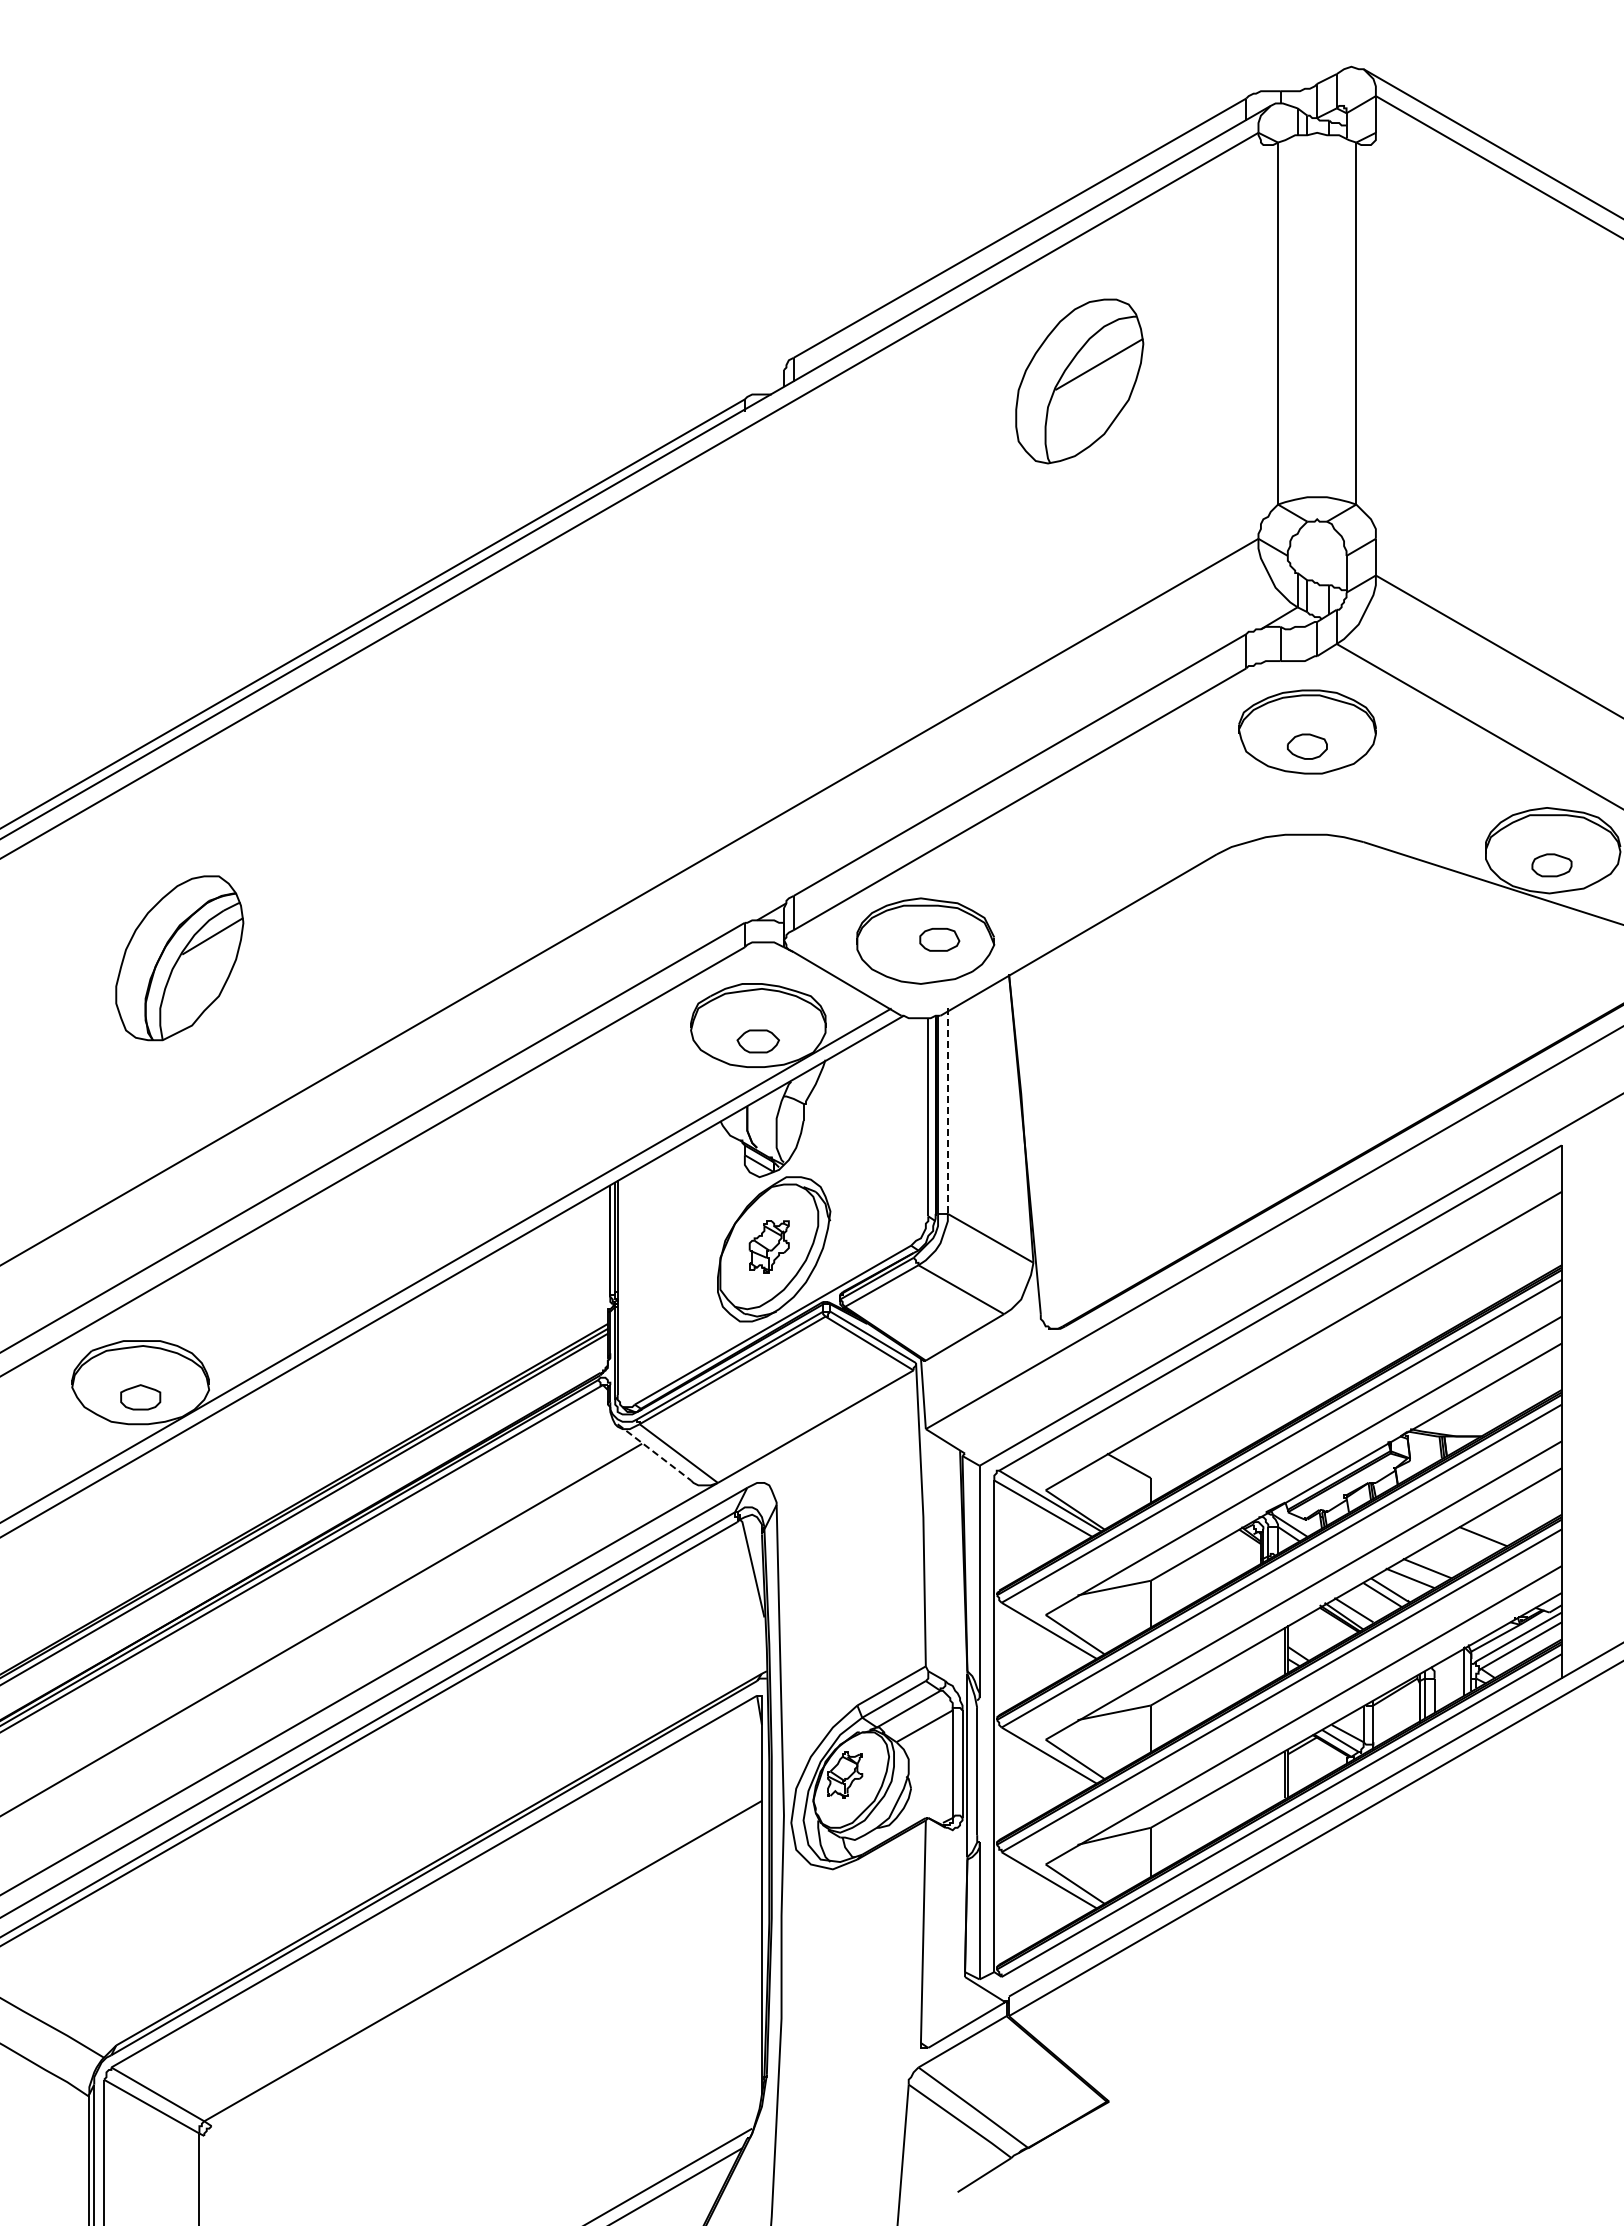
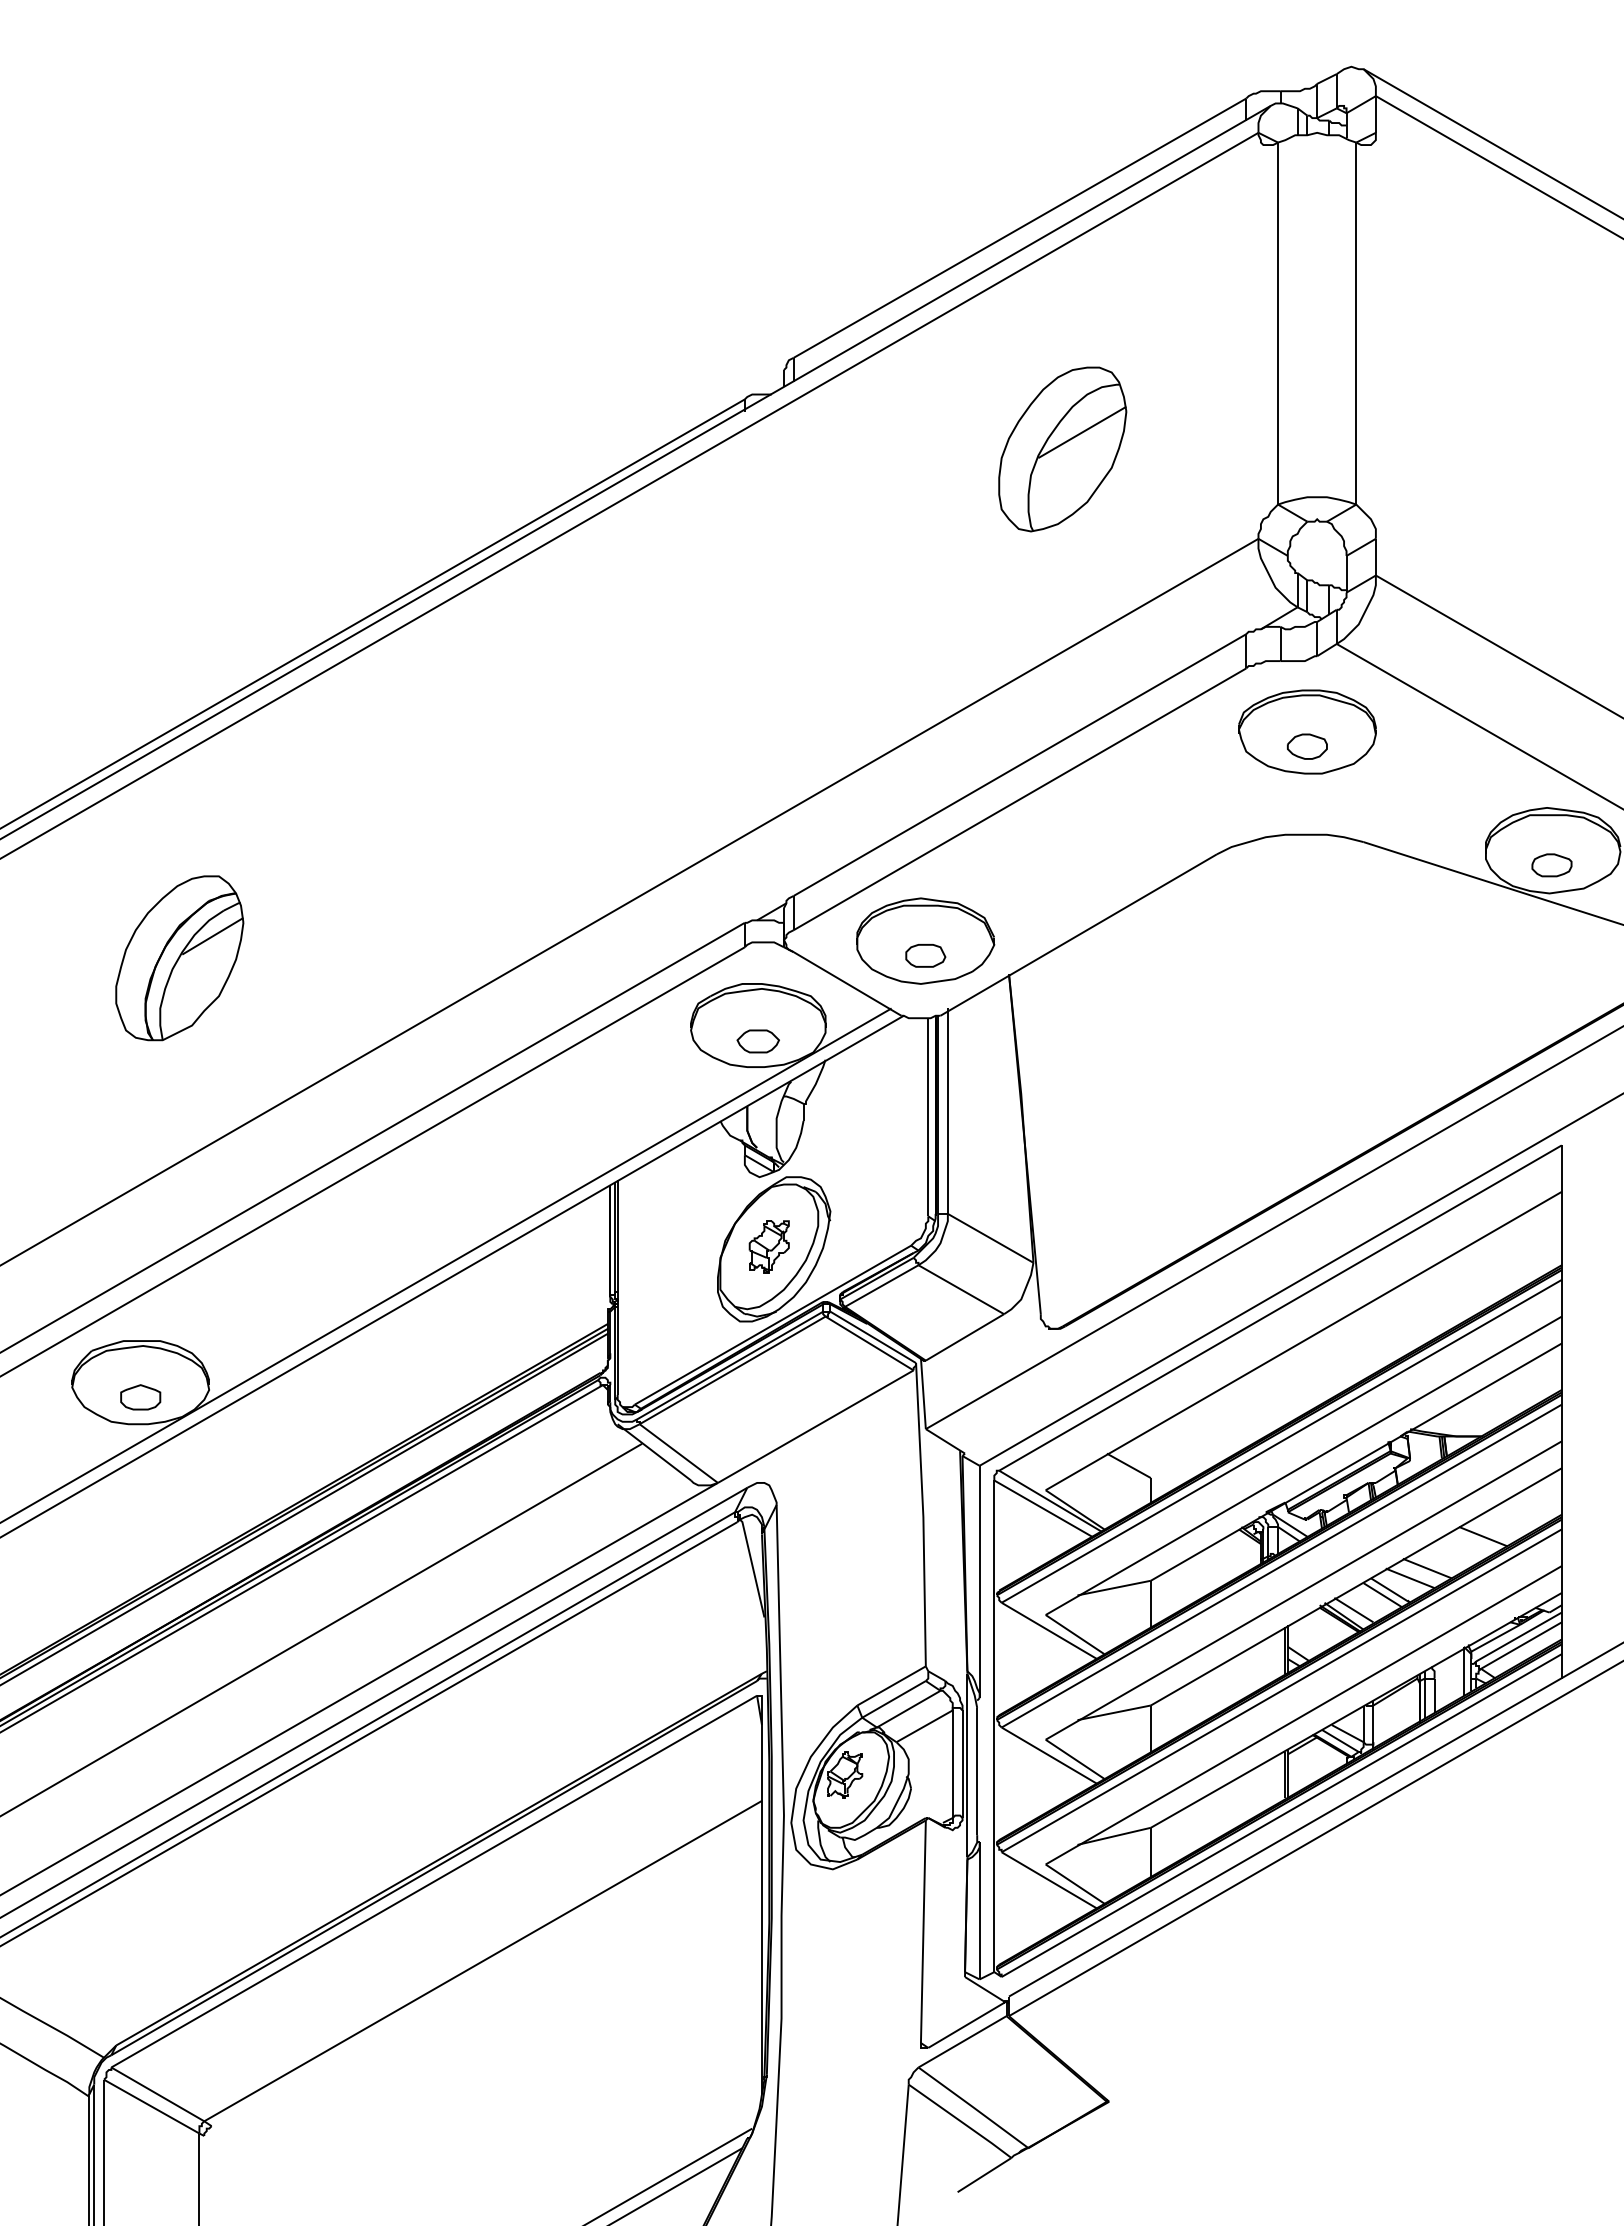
part at (1079, 381) position: (1079, 381) -> (1062, 449)
part at (939, 939) position: (939, 939) -> (925, 955)
line at (947, 1111): dashed -> solid
line at (654, 1452): dashed -> solid
